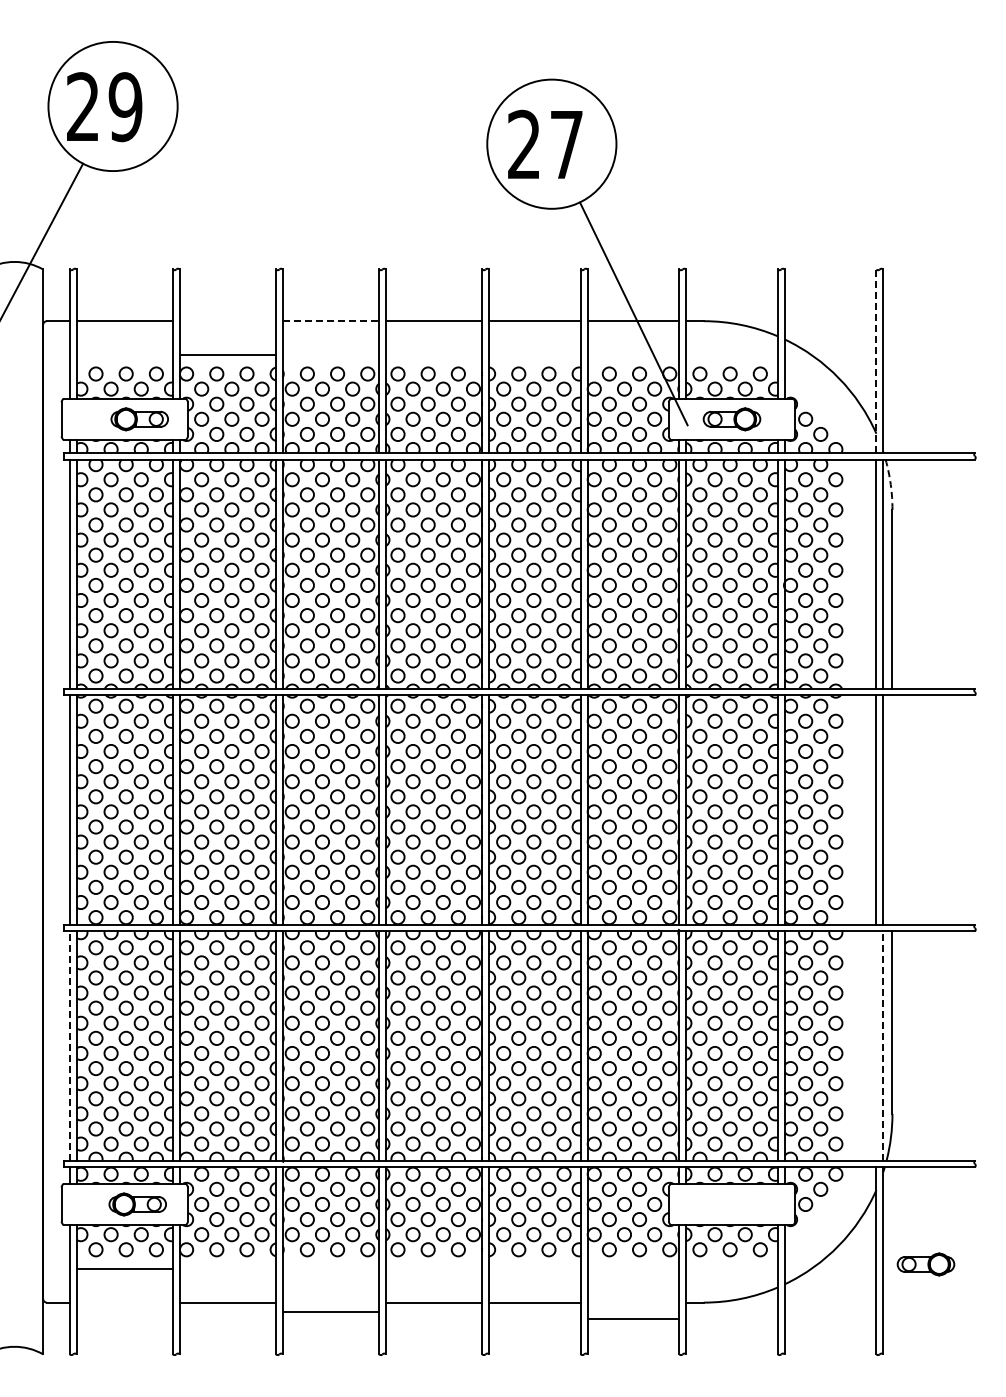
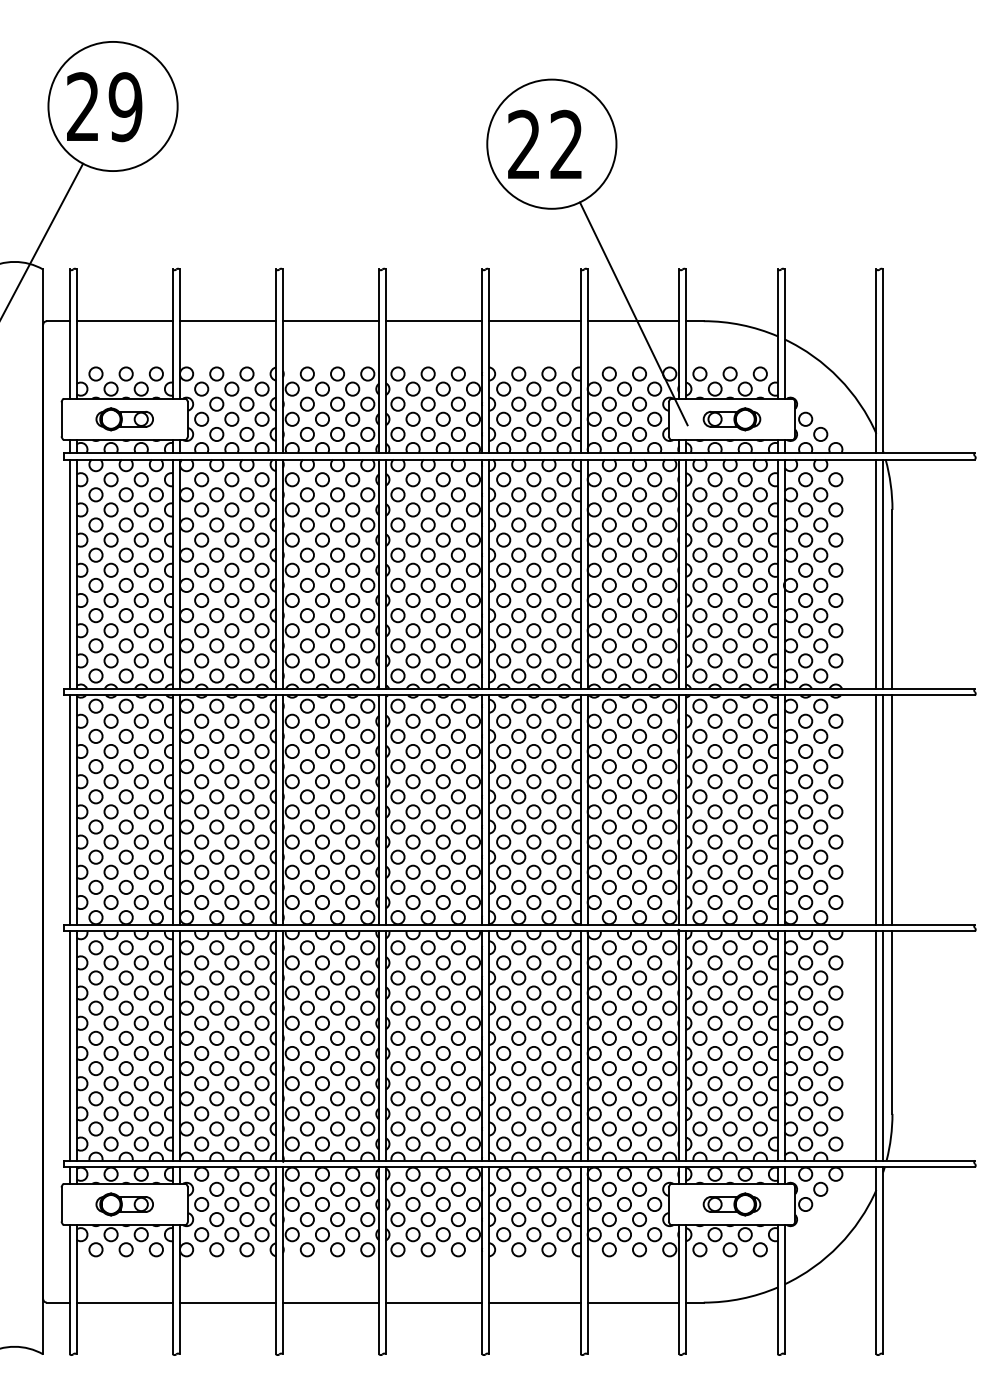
text at (566, 143): 27 -> 22
line at (331, 321): dashed -> solid
line at (227, 355) position: (227, 355) -> (227, 321)
line at (876, 361): dashed -> solid
part at (139, 419) position: (139, 419) -> (124, 419)
arc at (890, 484): dashed -> solid
line at (892, 809): none -> present
line at (69, 1045): dashed -> solid
line at (876, 1045): none -> present
line at (883, 1045): dashed -> solid
part at (137, 1204) position: (137, 1204) -> (124, 1204)
part at (925, 1264) position: (925, 1264) -> (731, 1204)
line at (124, 1268) position: (124, 1268) -> (124, 1302)
line at (330, 1311) position: (330, 1311) -> (330, 1302)
line at (633, 1318) position: (633, 1318) -> (633, 1302)
